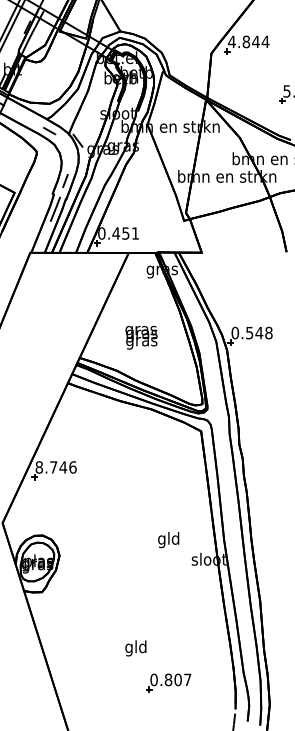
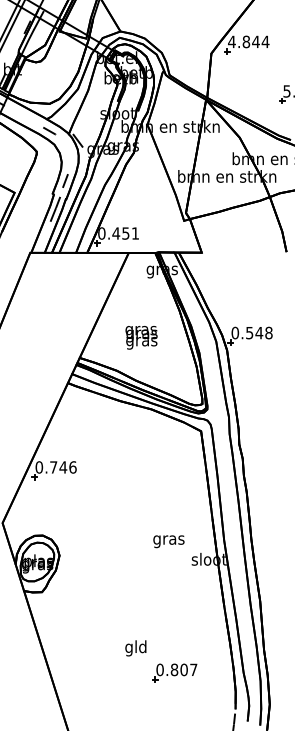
text at (39, 467): 8.746 -> 0.746
text at (168, 540): gld -> gras
part at (168, 682) position: (168, 682) -> (174, 672)
